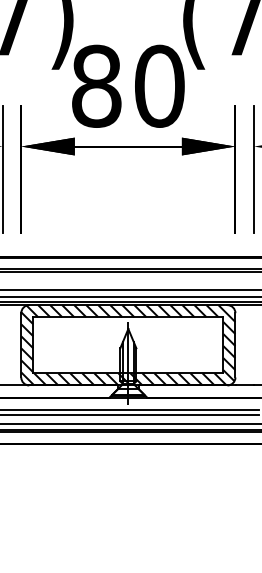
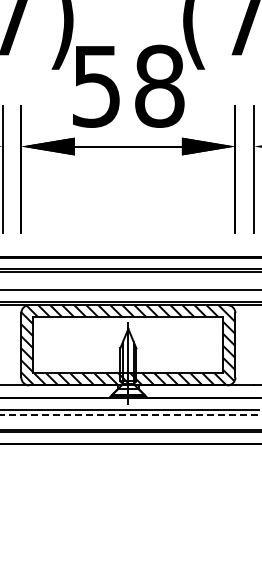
text at (128, 85): 80 -> 58
line at (130, 296): present -> none
line at (129, 415): solid -> dashed
line at (130, 423): present -> none
